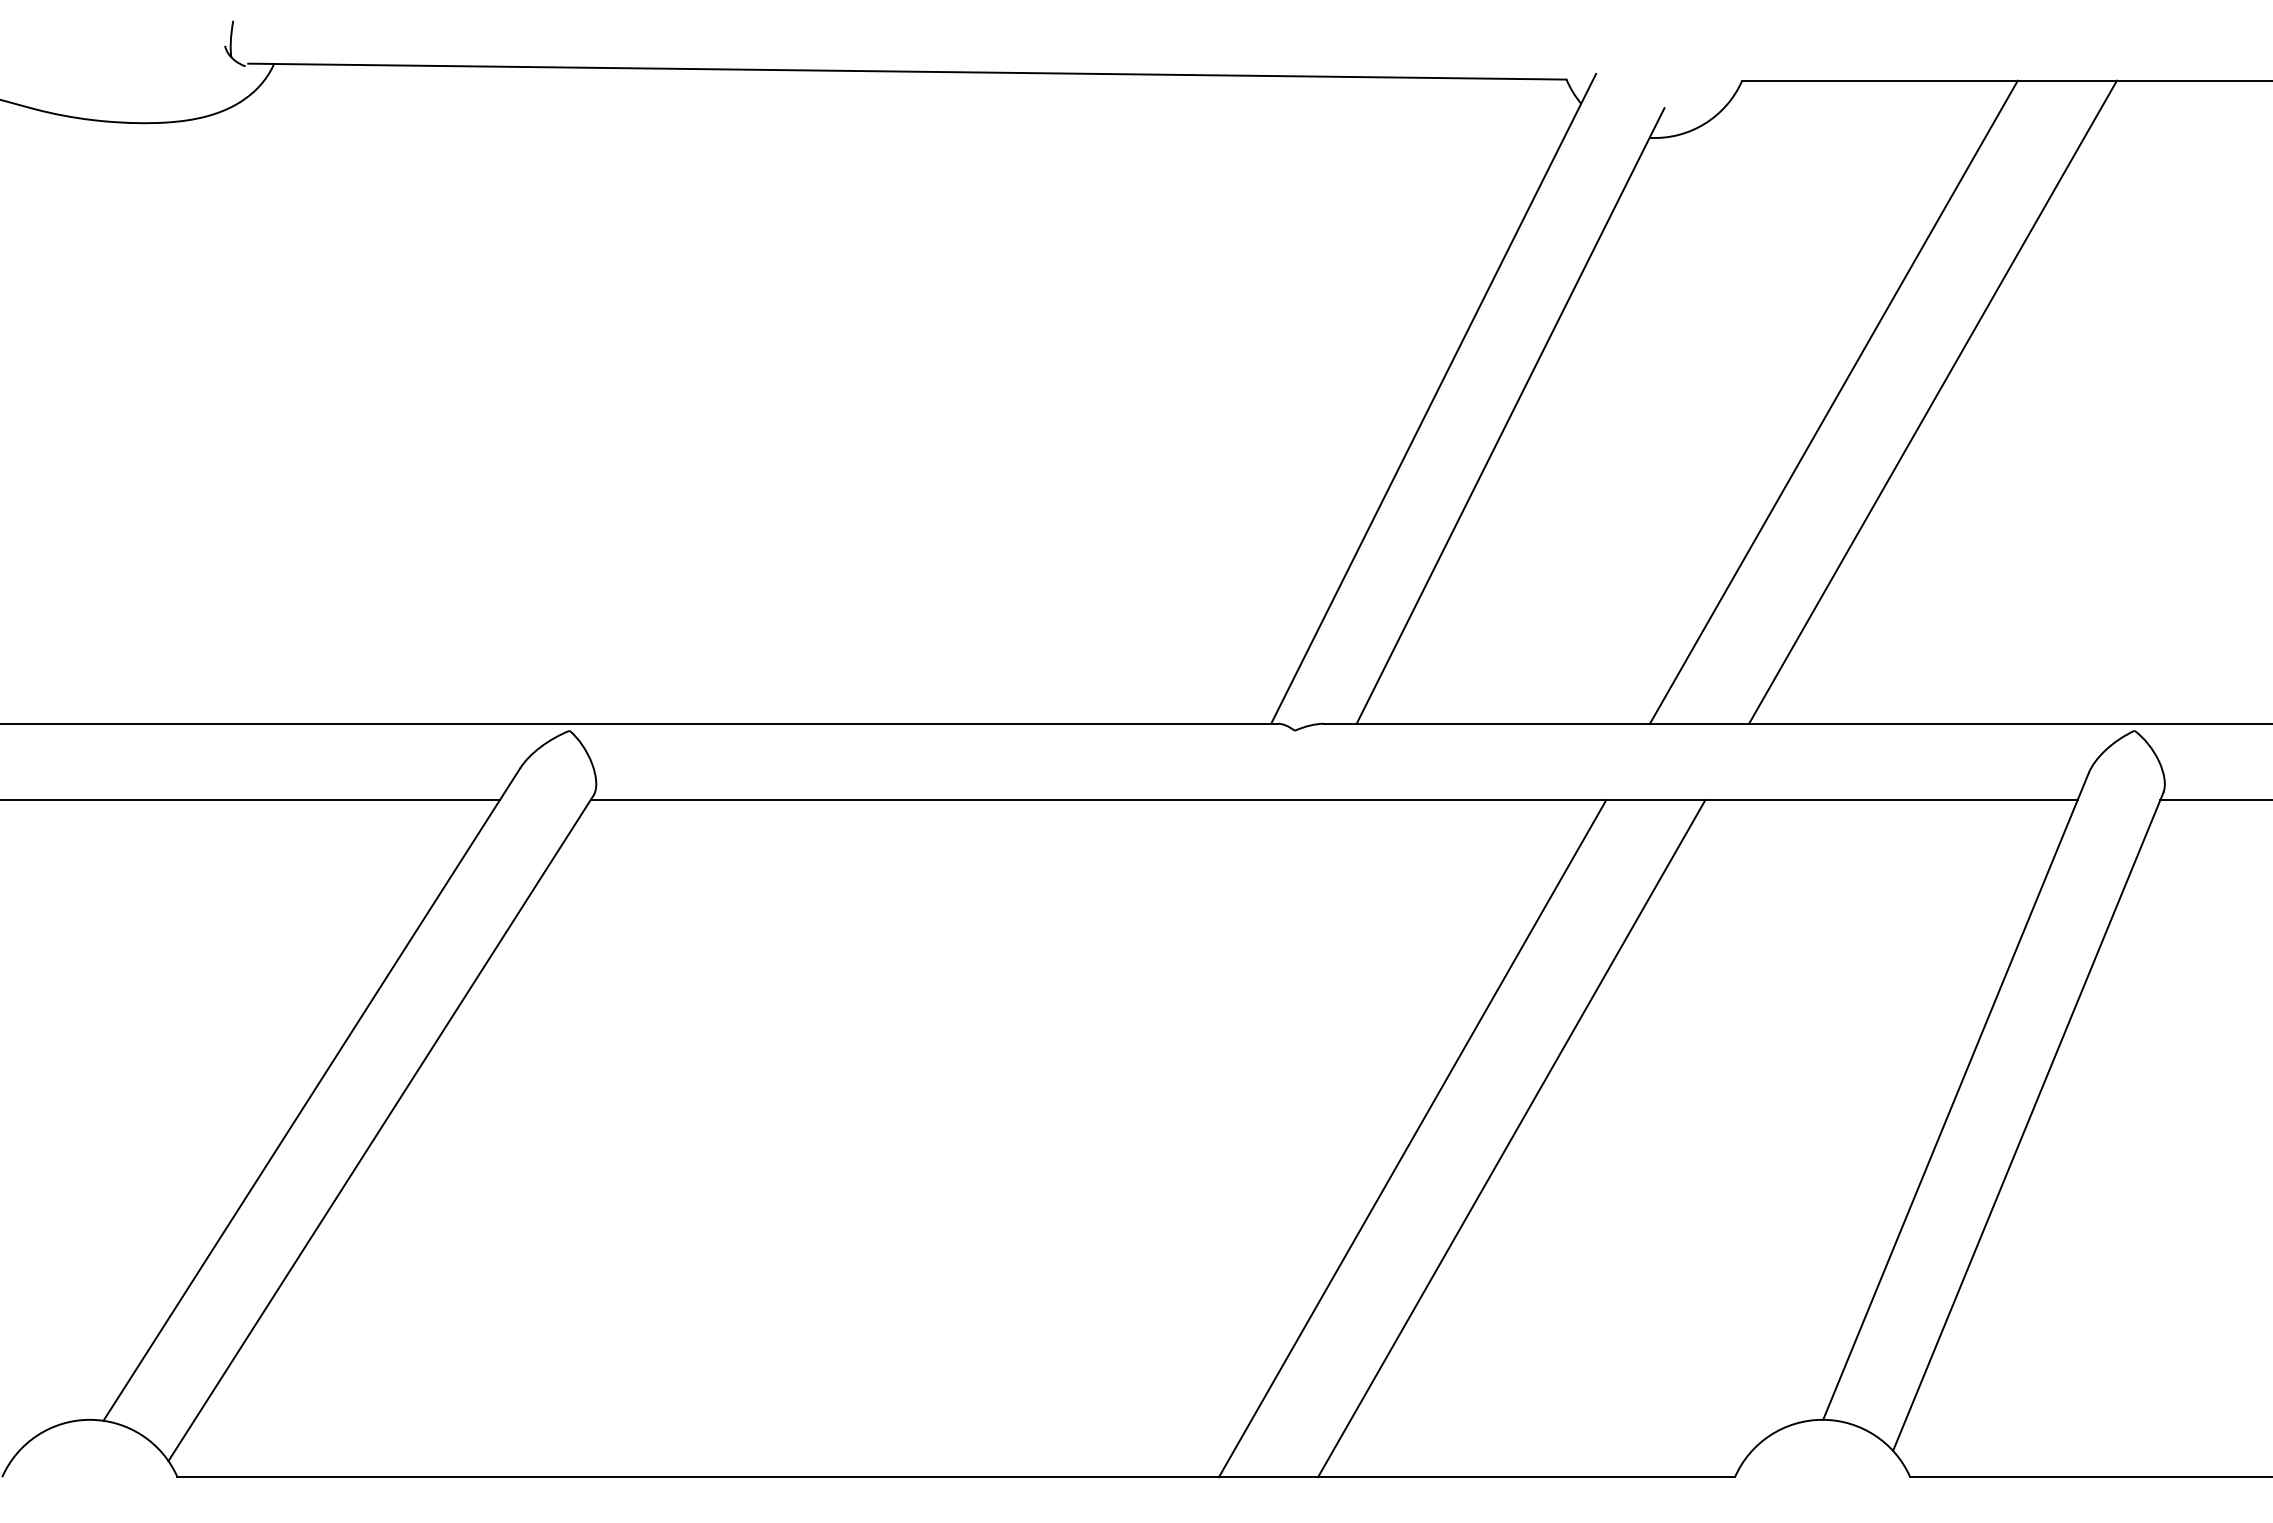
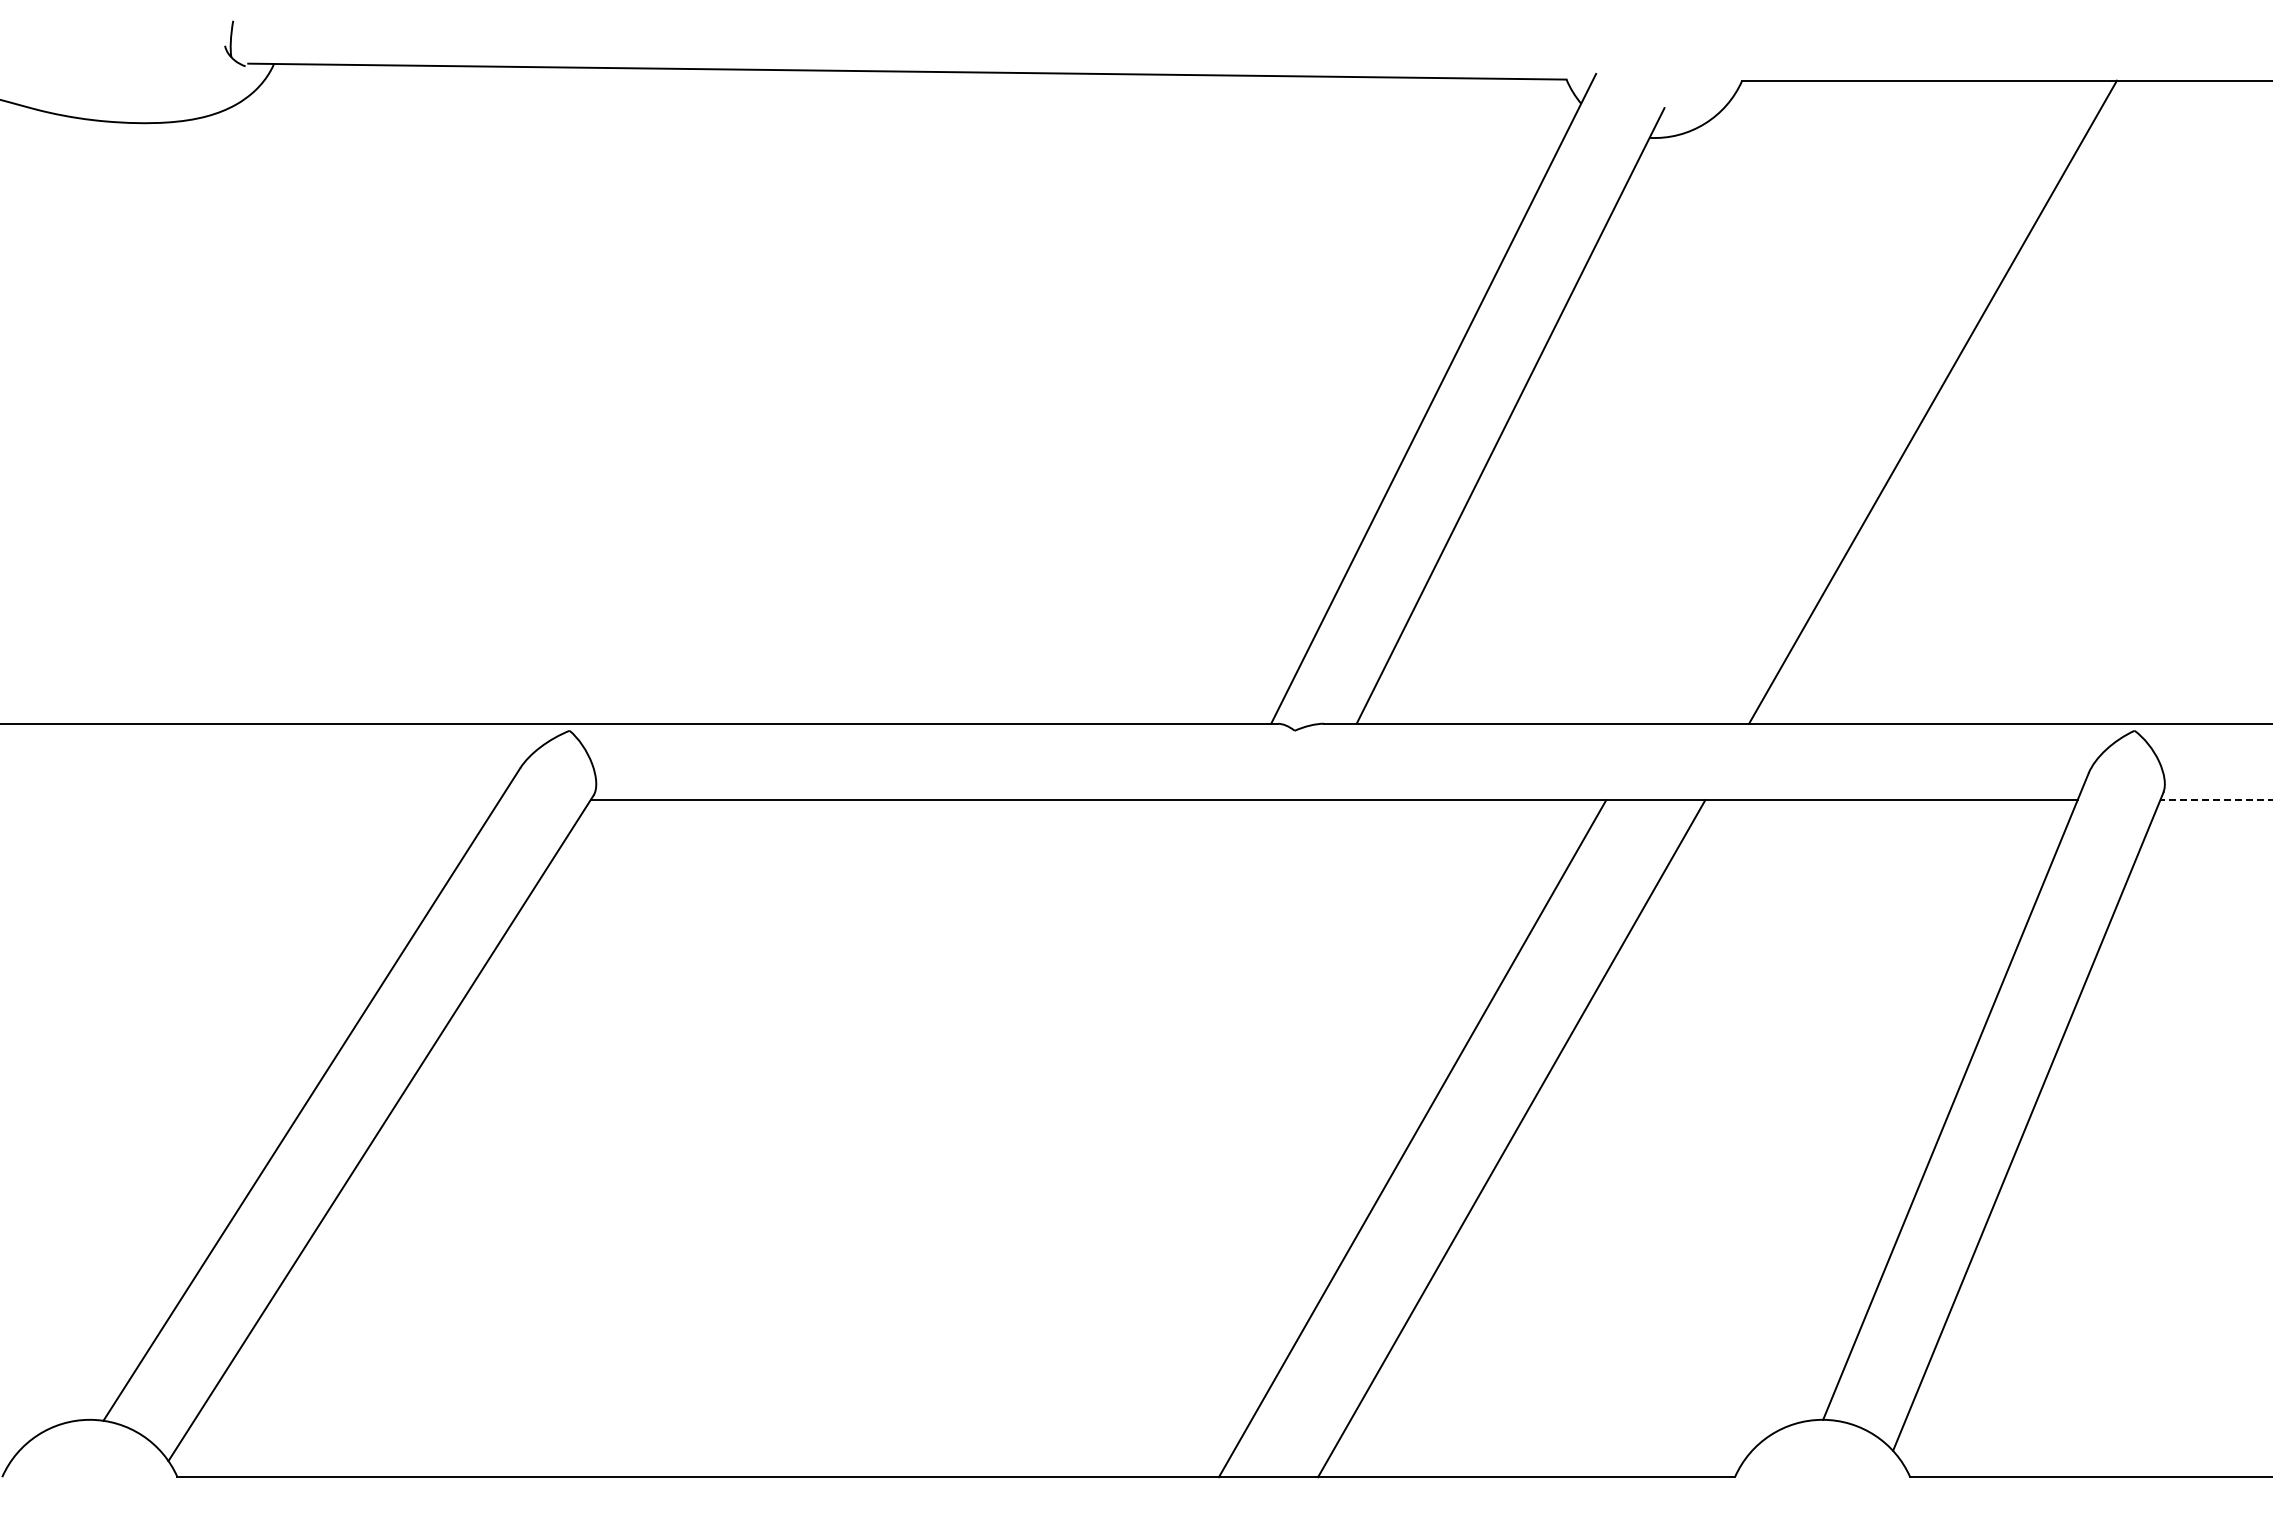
line at (1833, 401): present -> none
line at (250, 800): present -> none
line at (2216, 800): solid -> dashed
